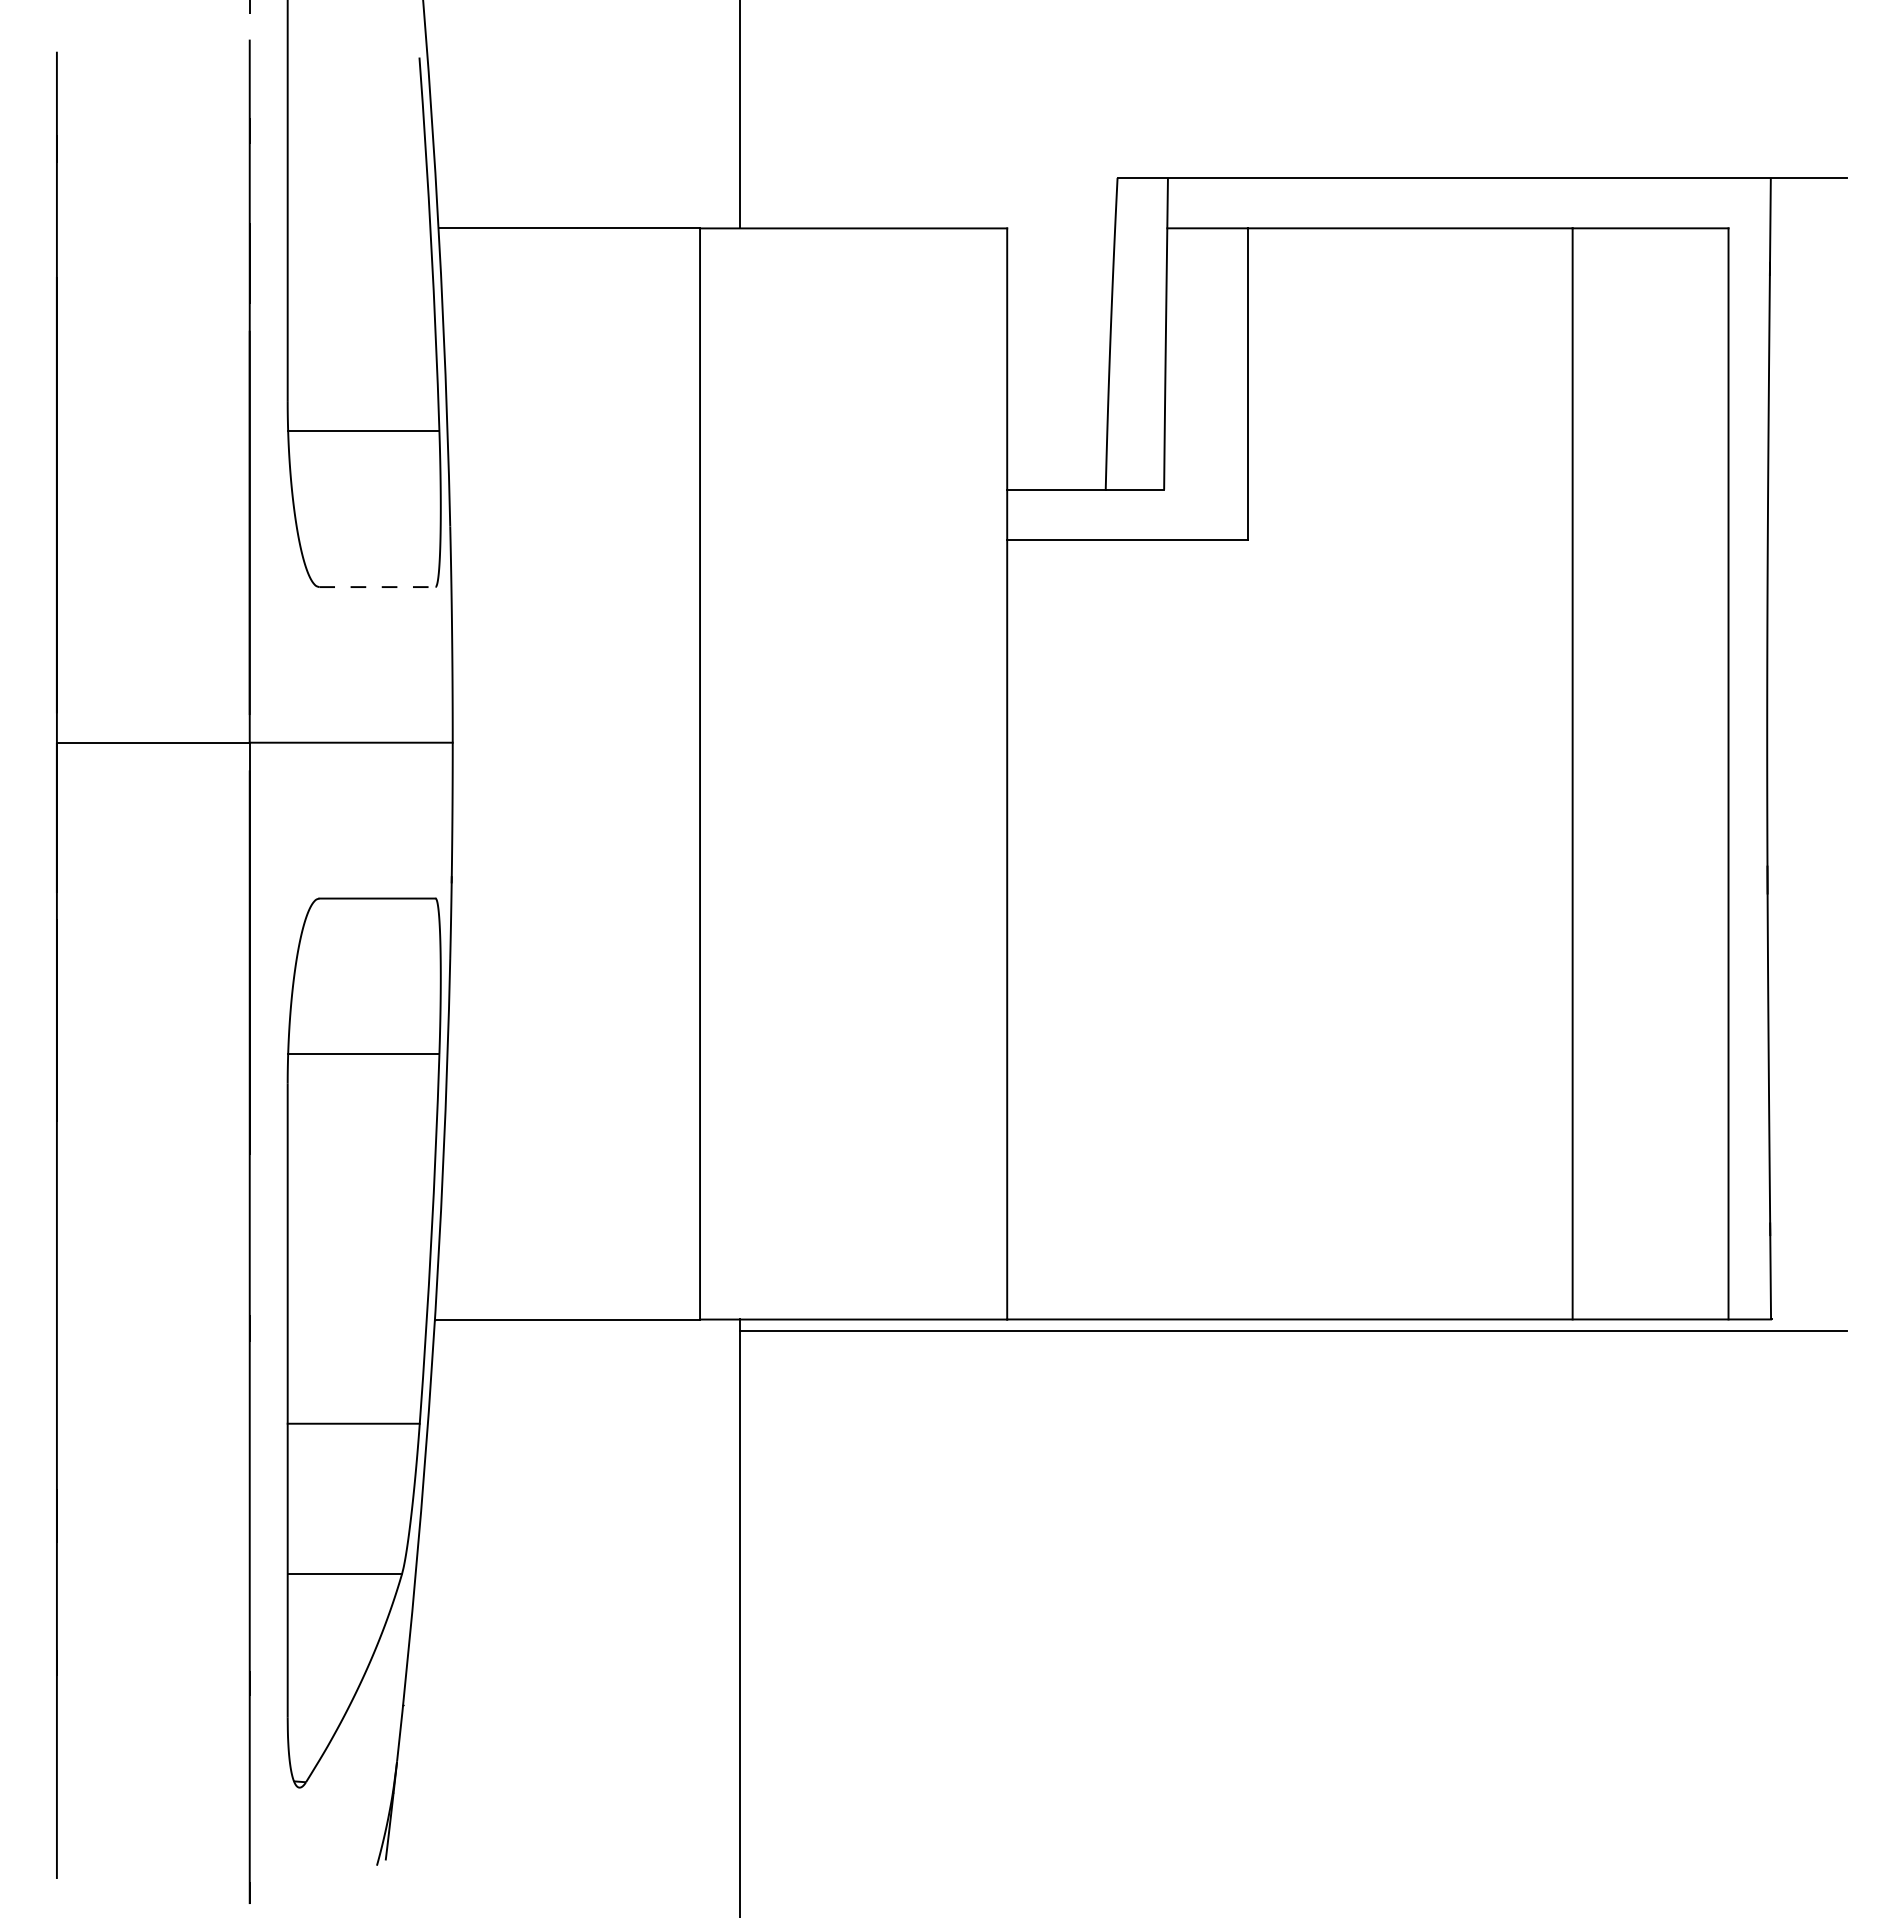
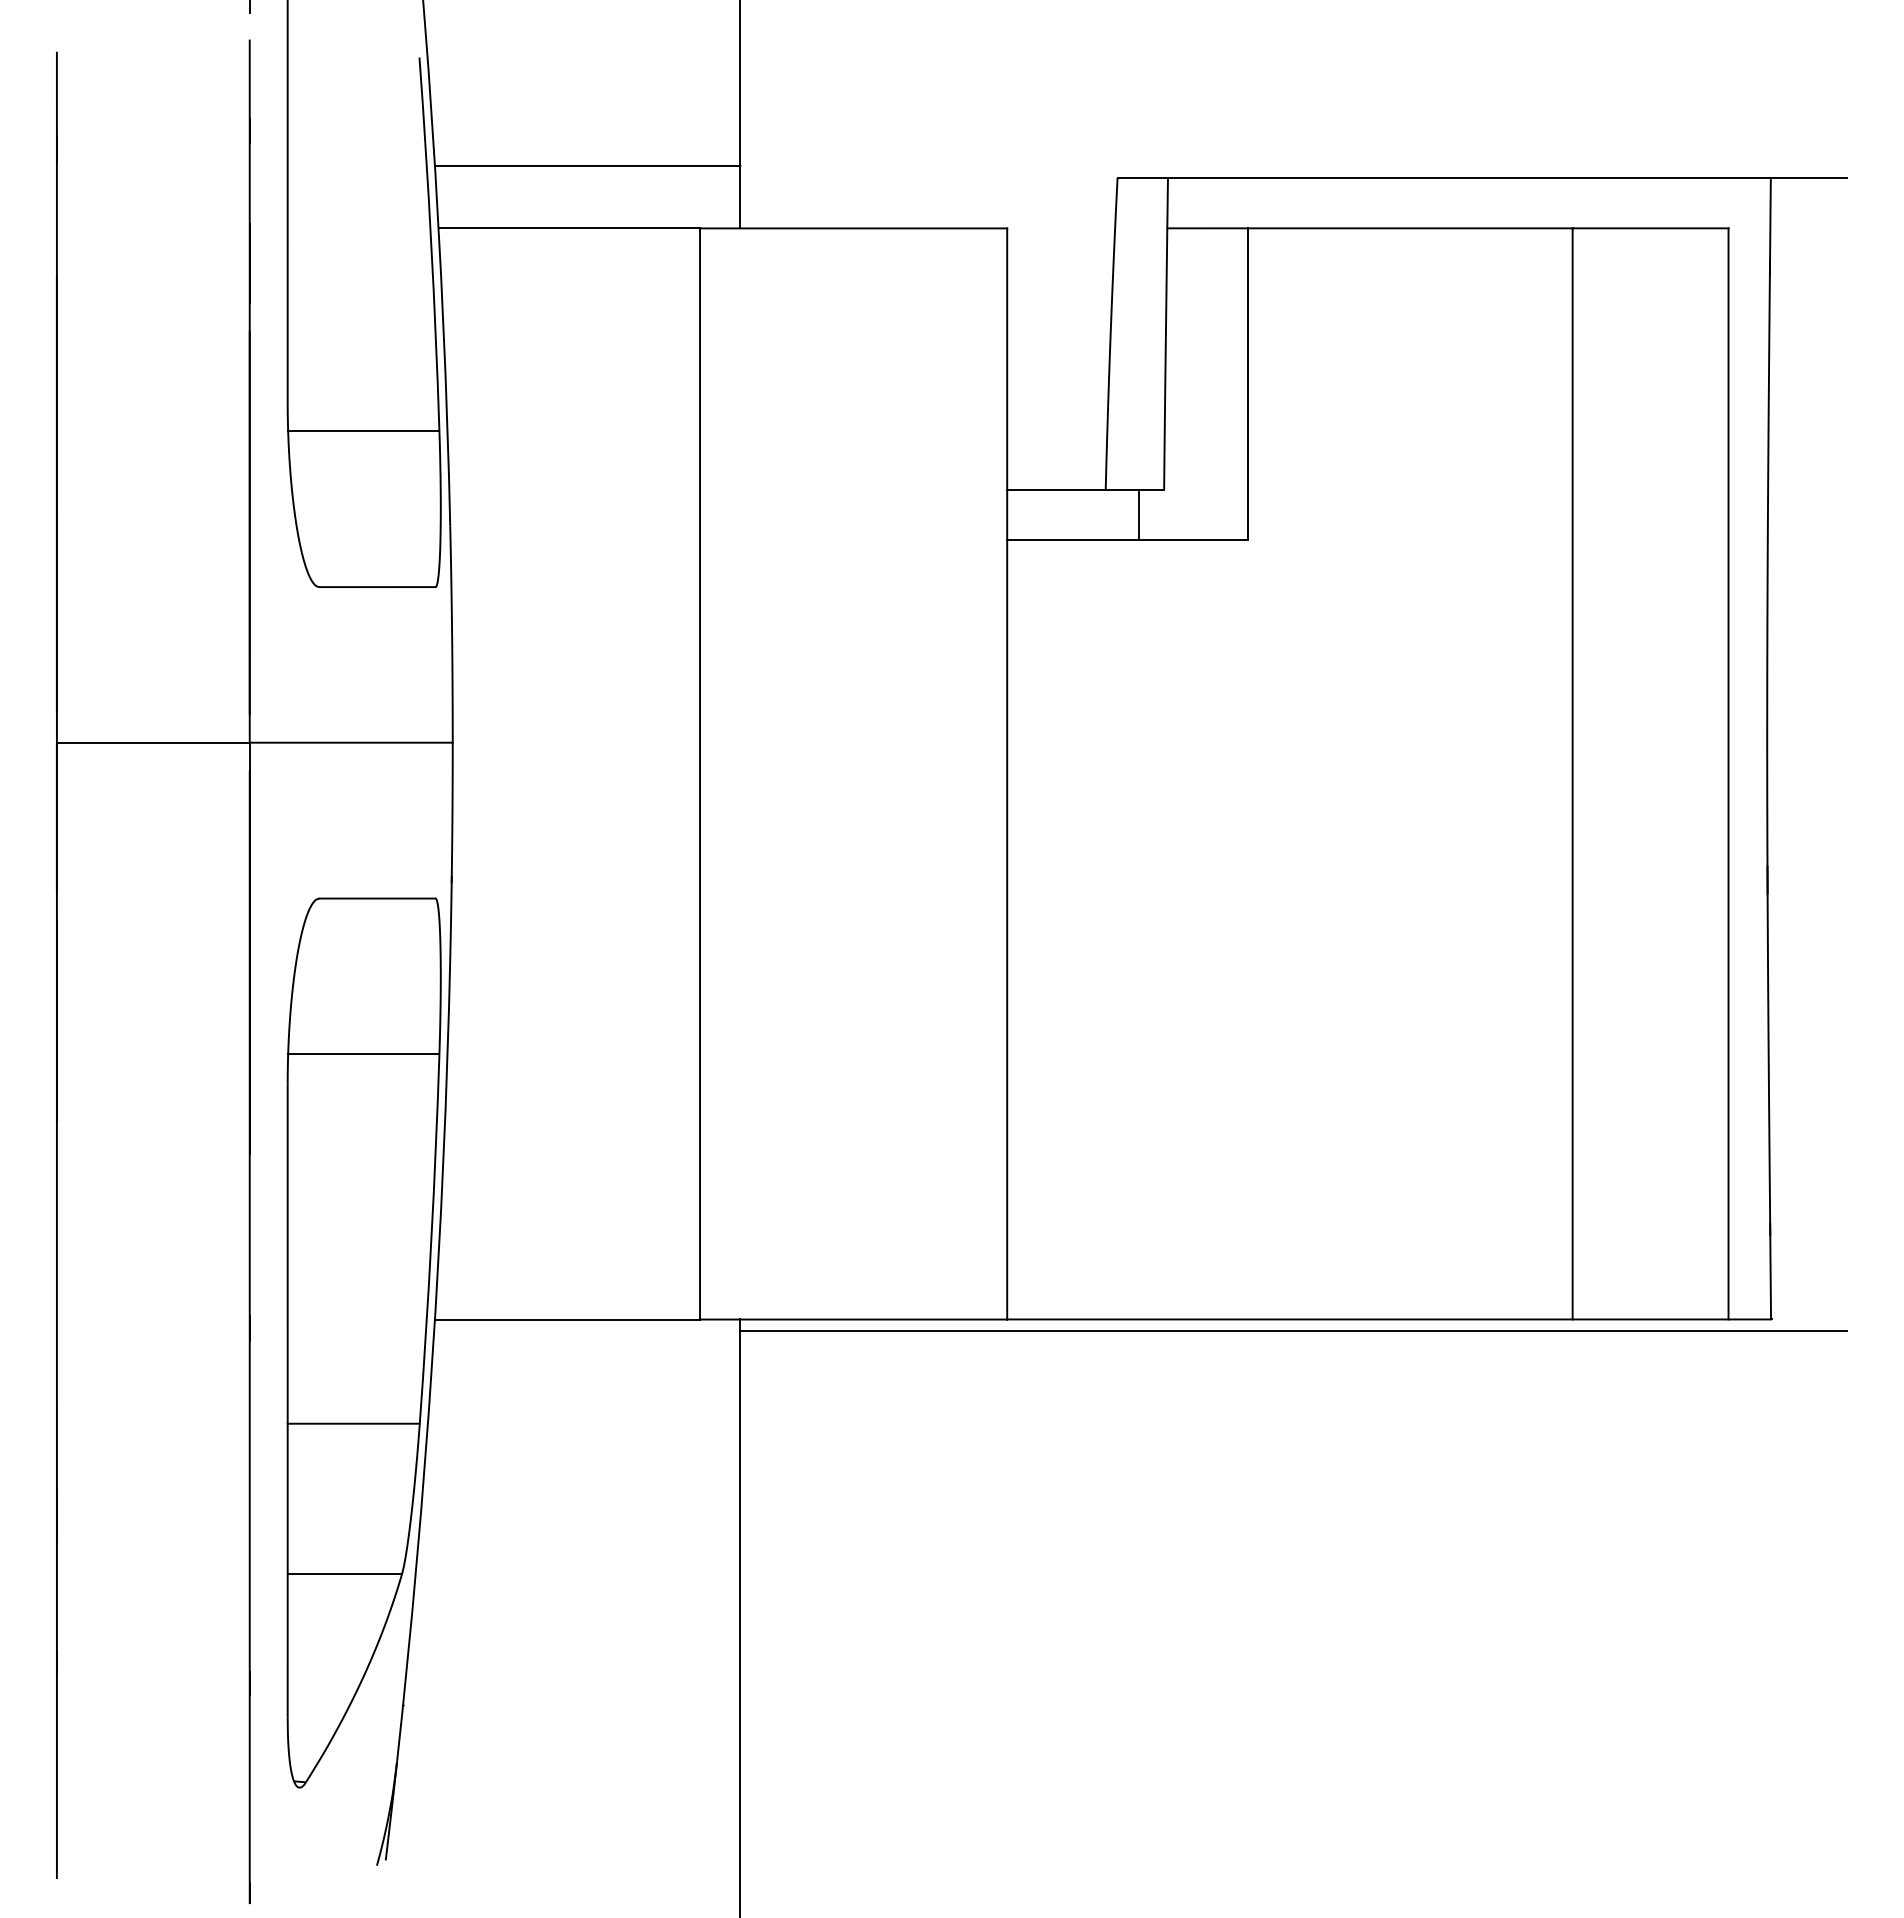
line at (587, 165): none -> present
line at (1138, 514): none -> present
line at (377, 587): dashed -> solid
